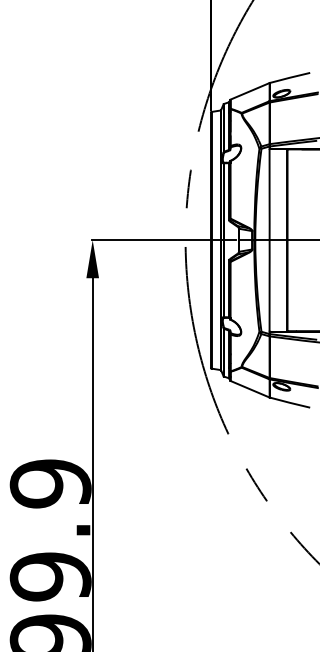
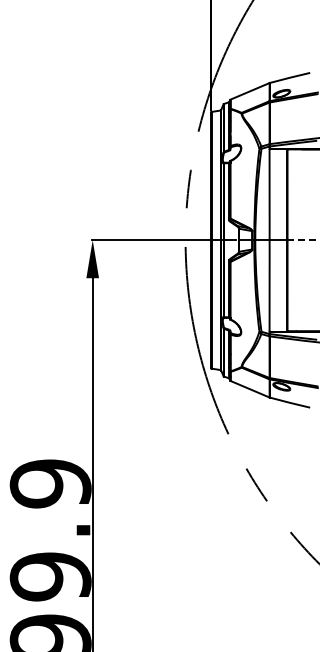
line at (303, 240): solid -> dashed
